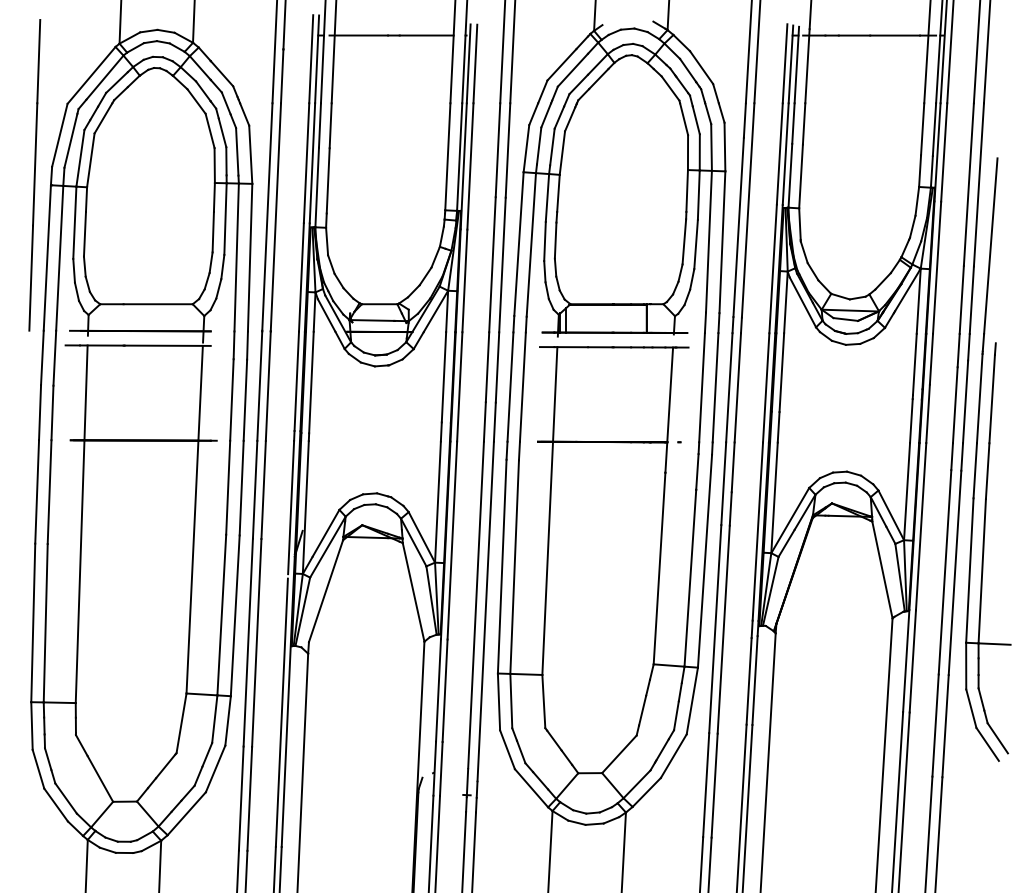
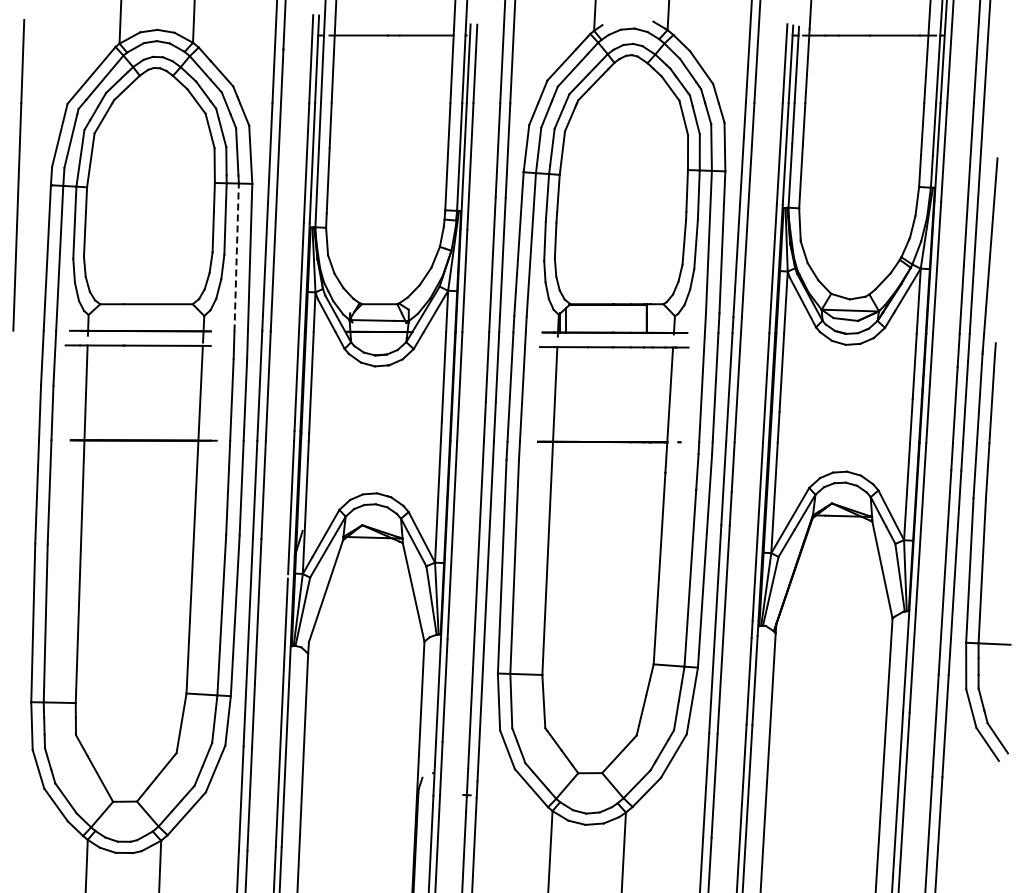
line at (34, 175) position: (34, 175) -> (18, 175)
line at (236, 257): solid -> dashed
